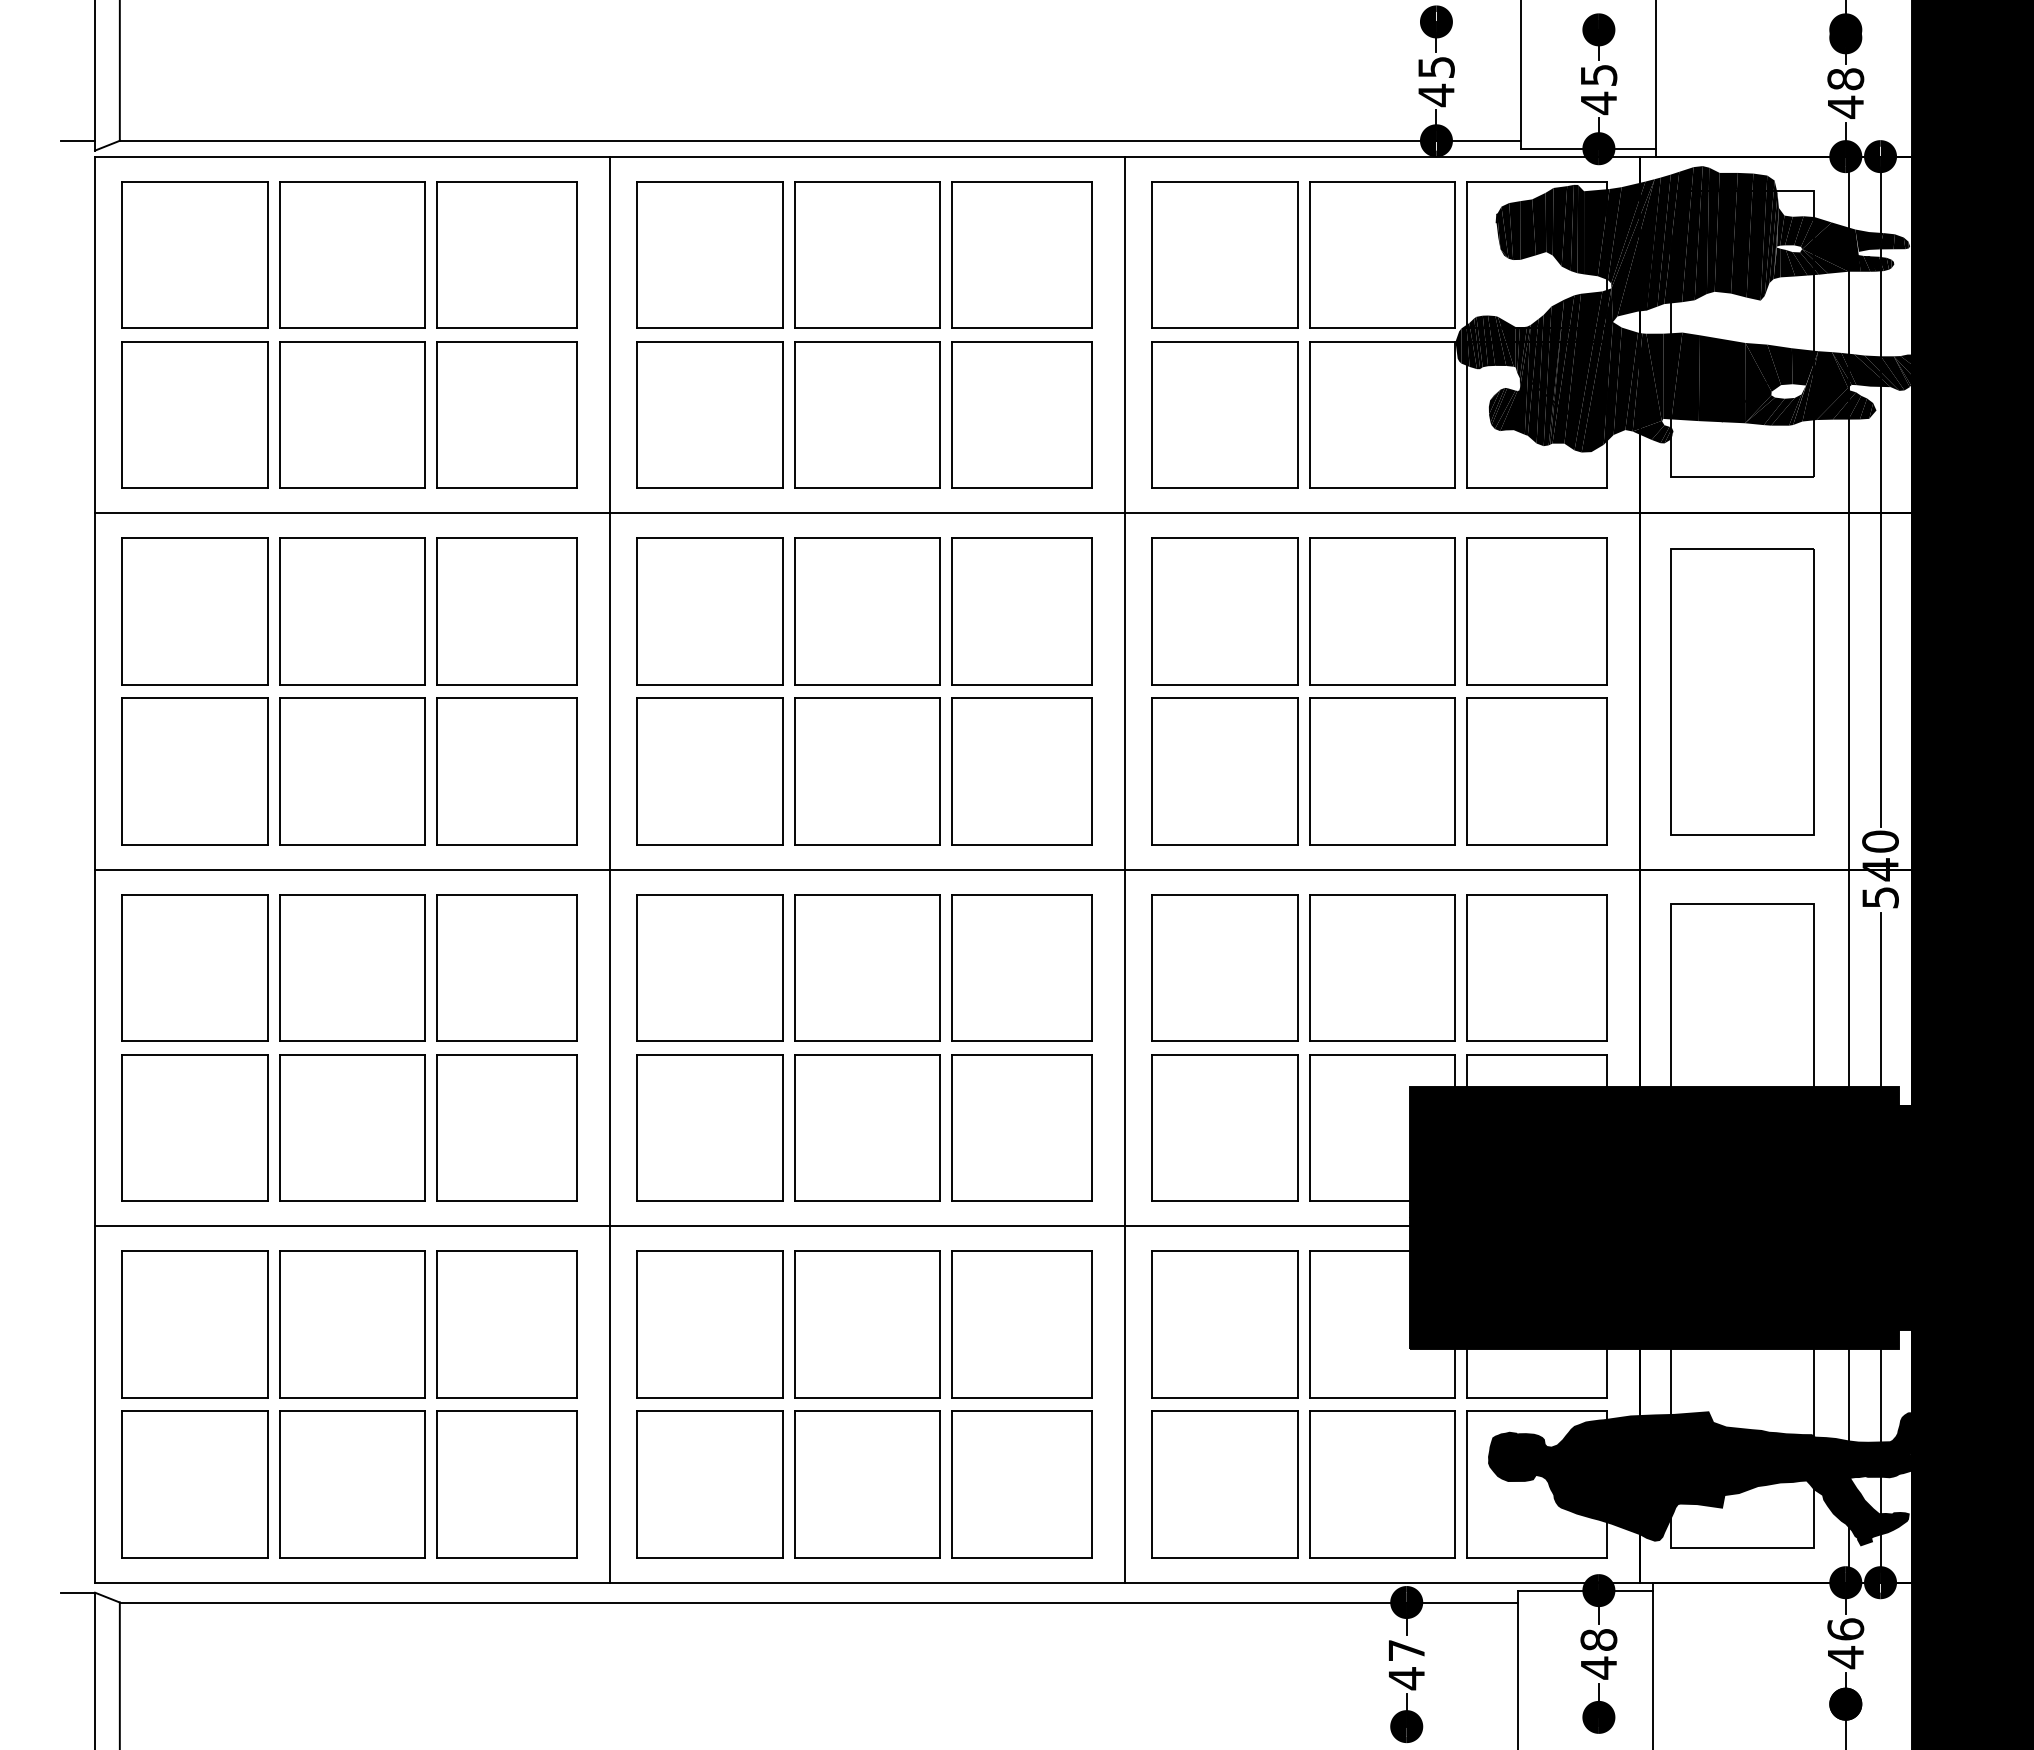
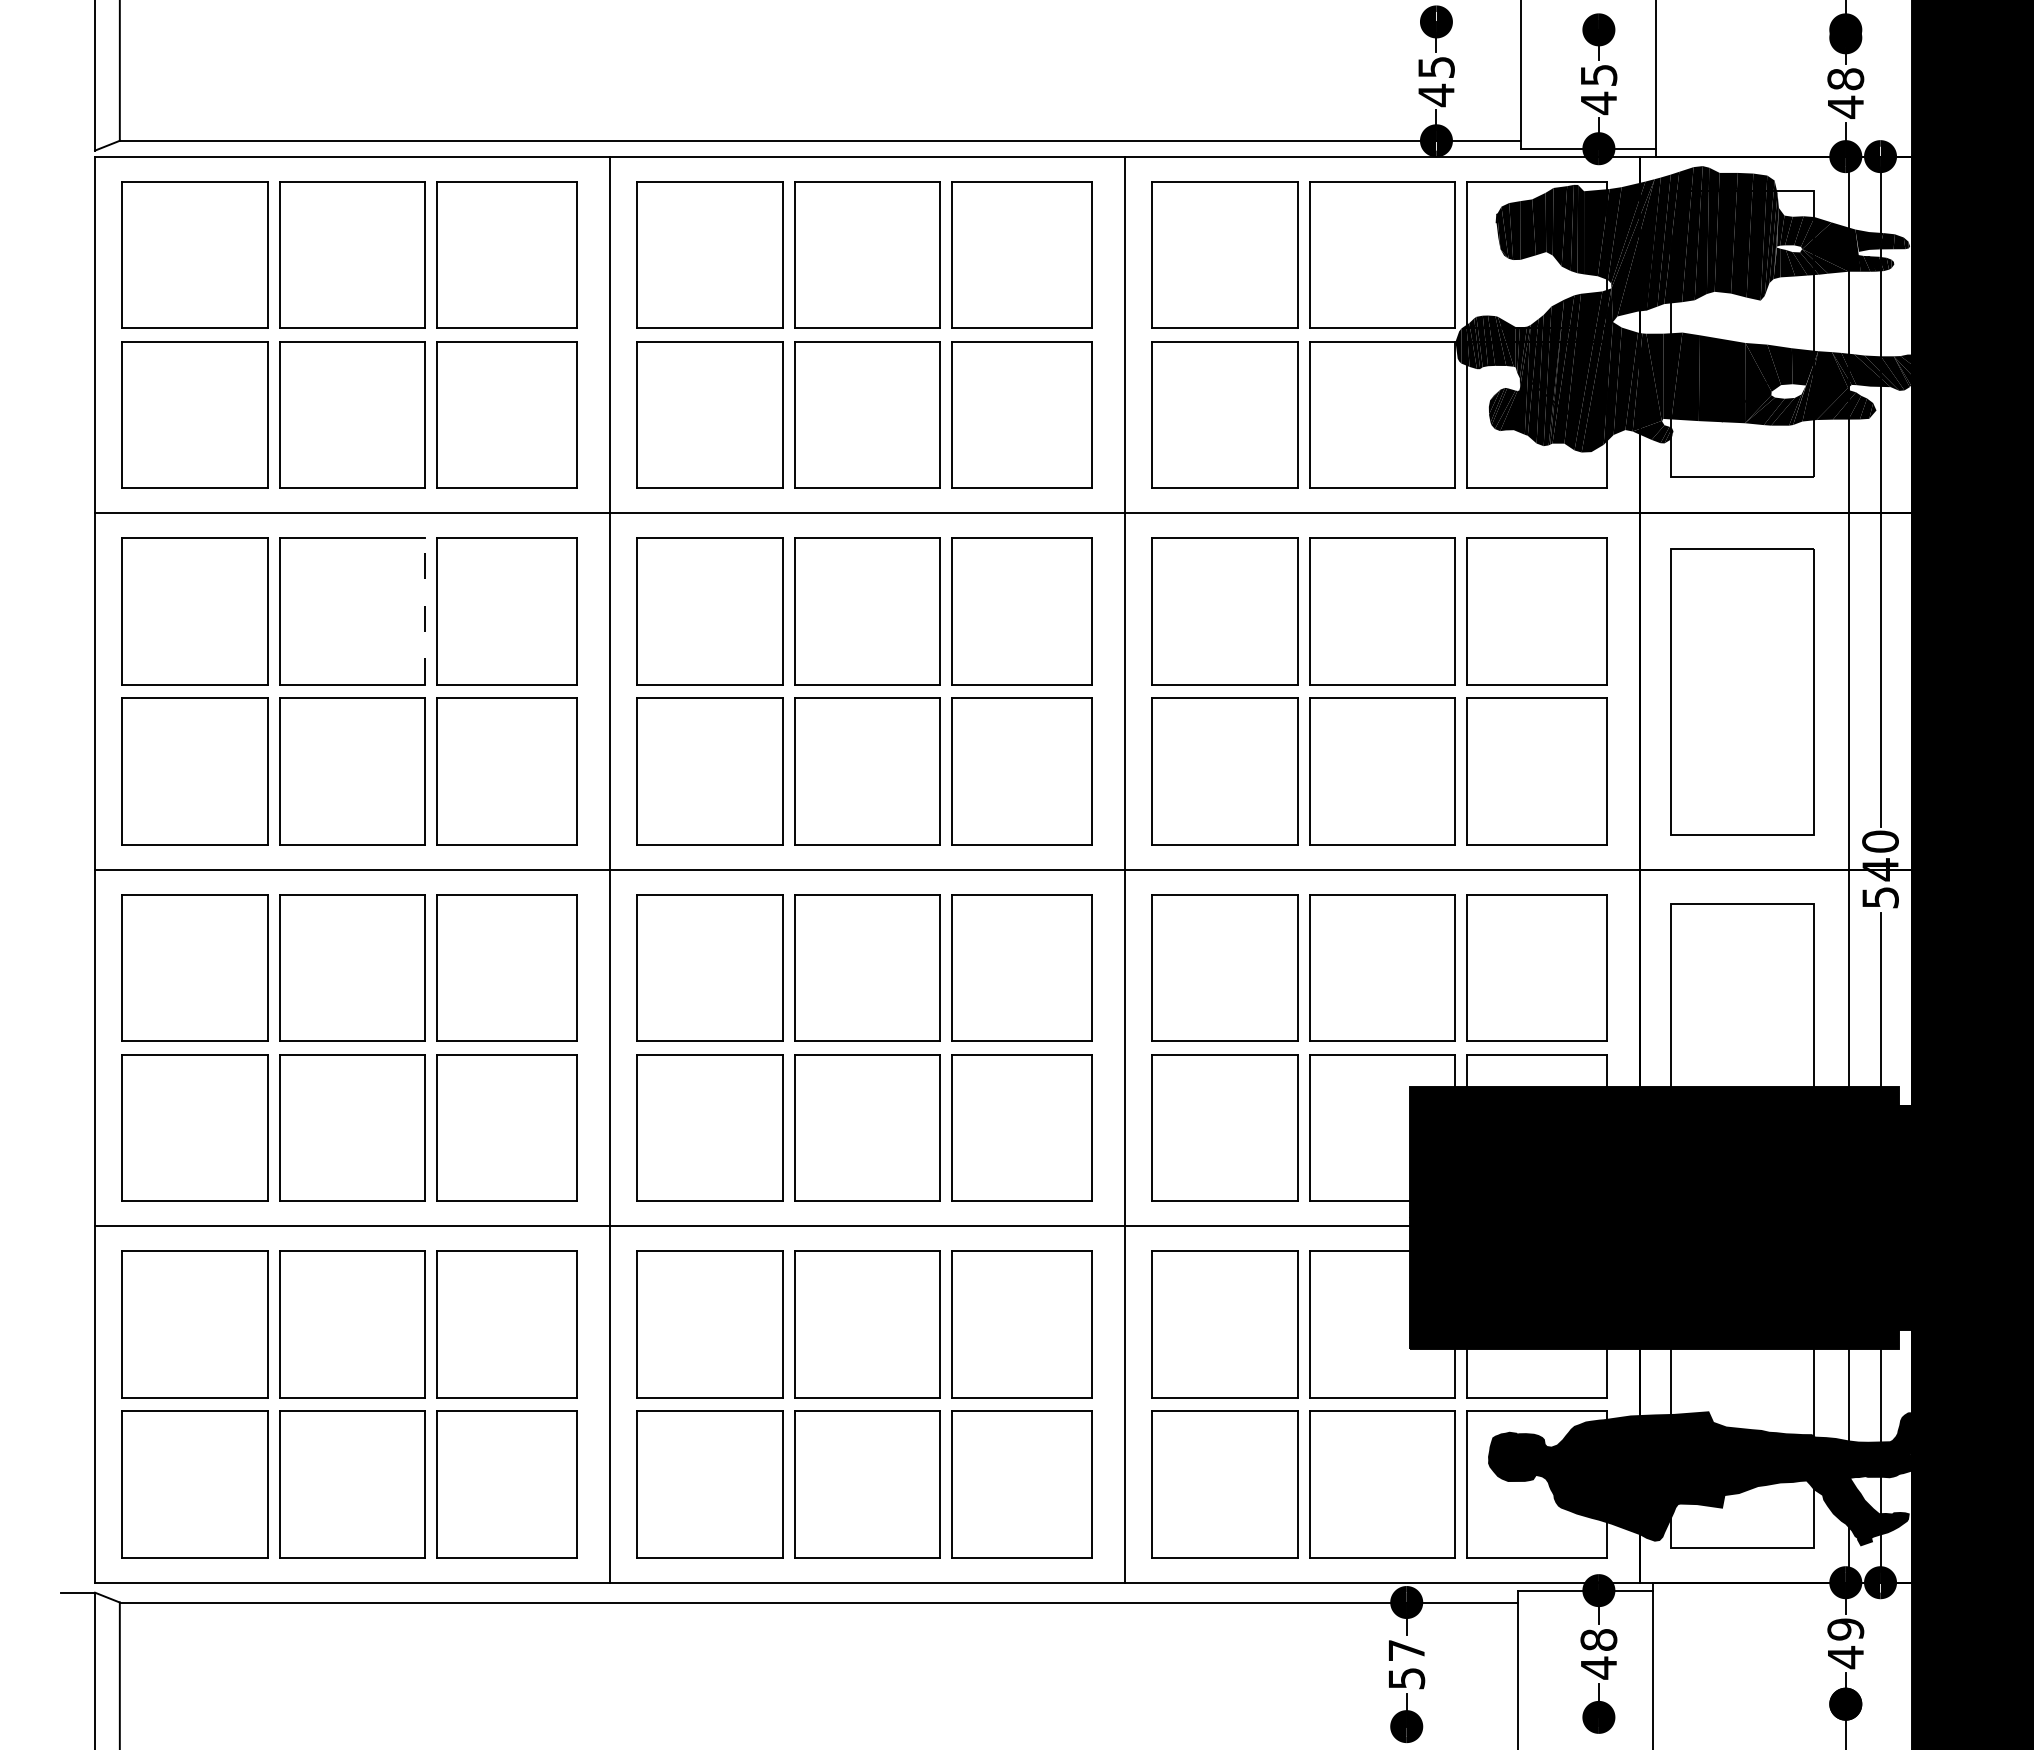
line at (78, 140): present -> none
line at (424, 610): solid -> dashed
text at (1845, 1629): 46 -> 49
text at (1407, 1678): 47 -> 57
